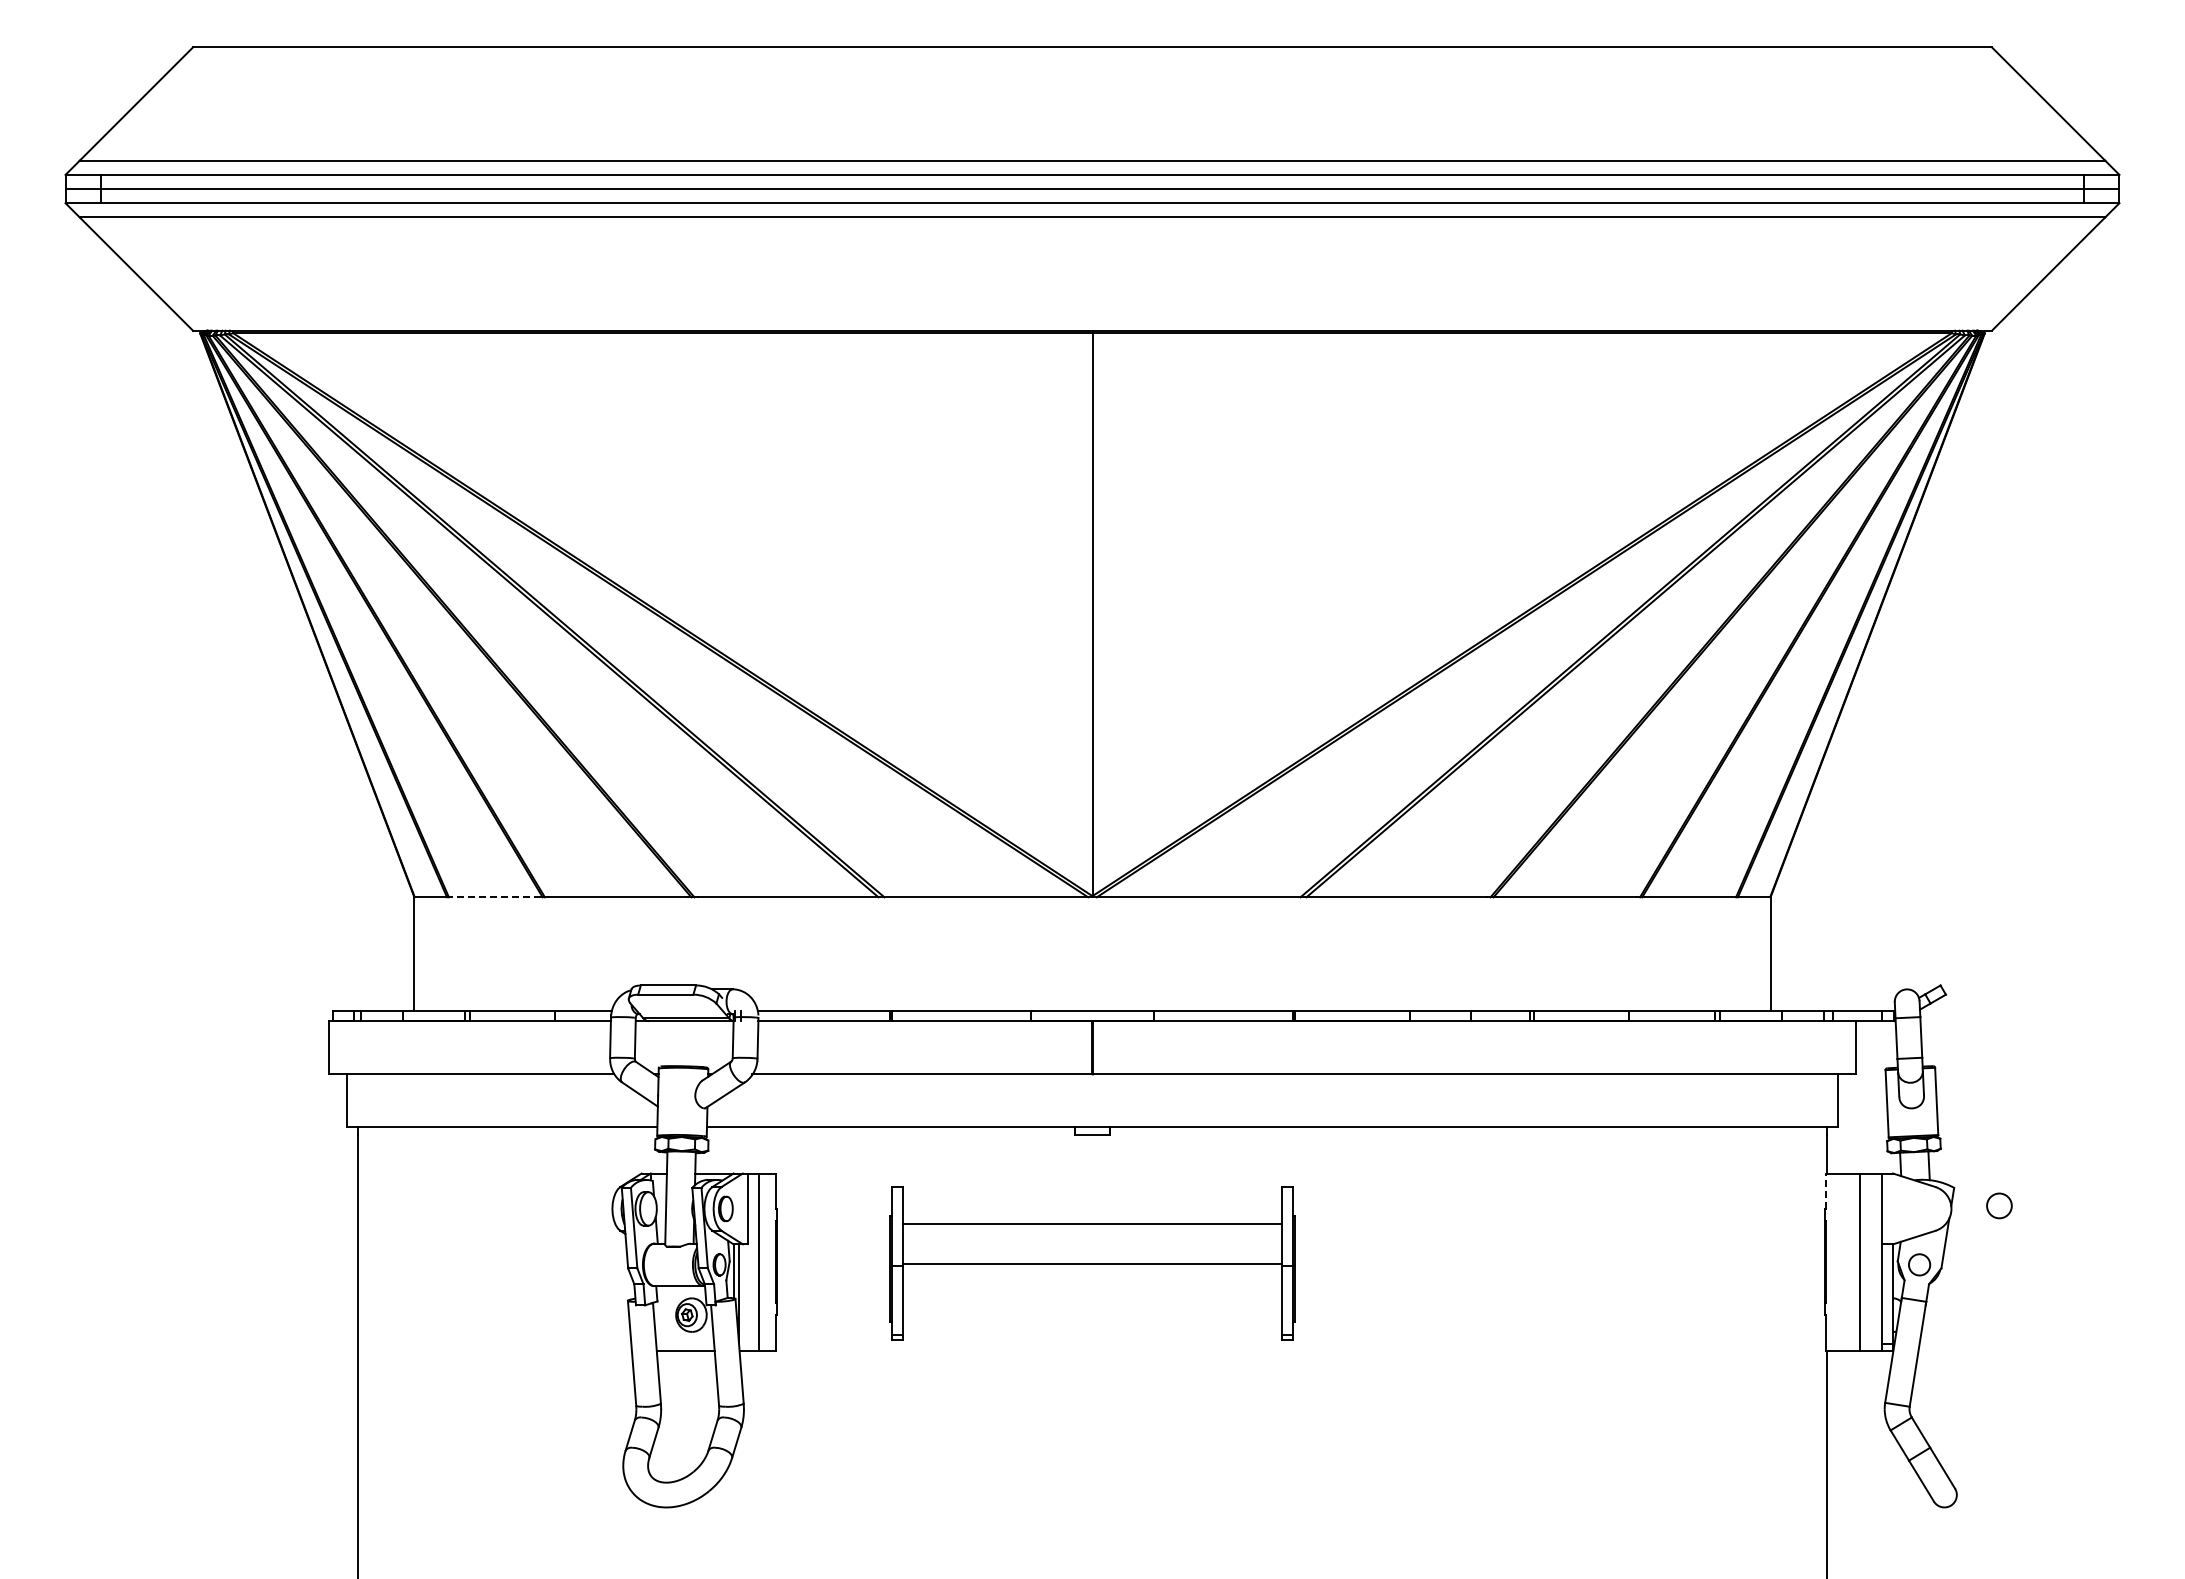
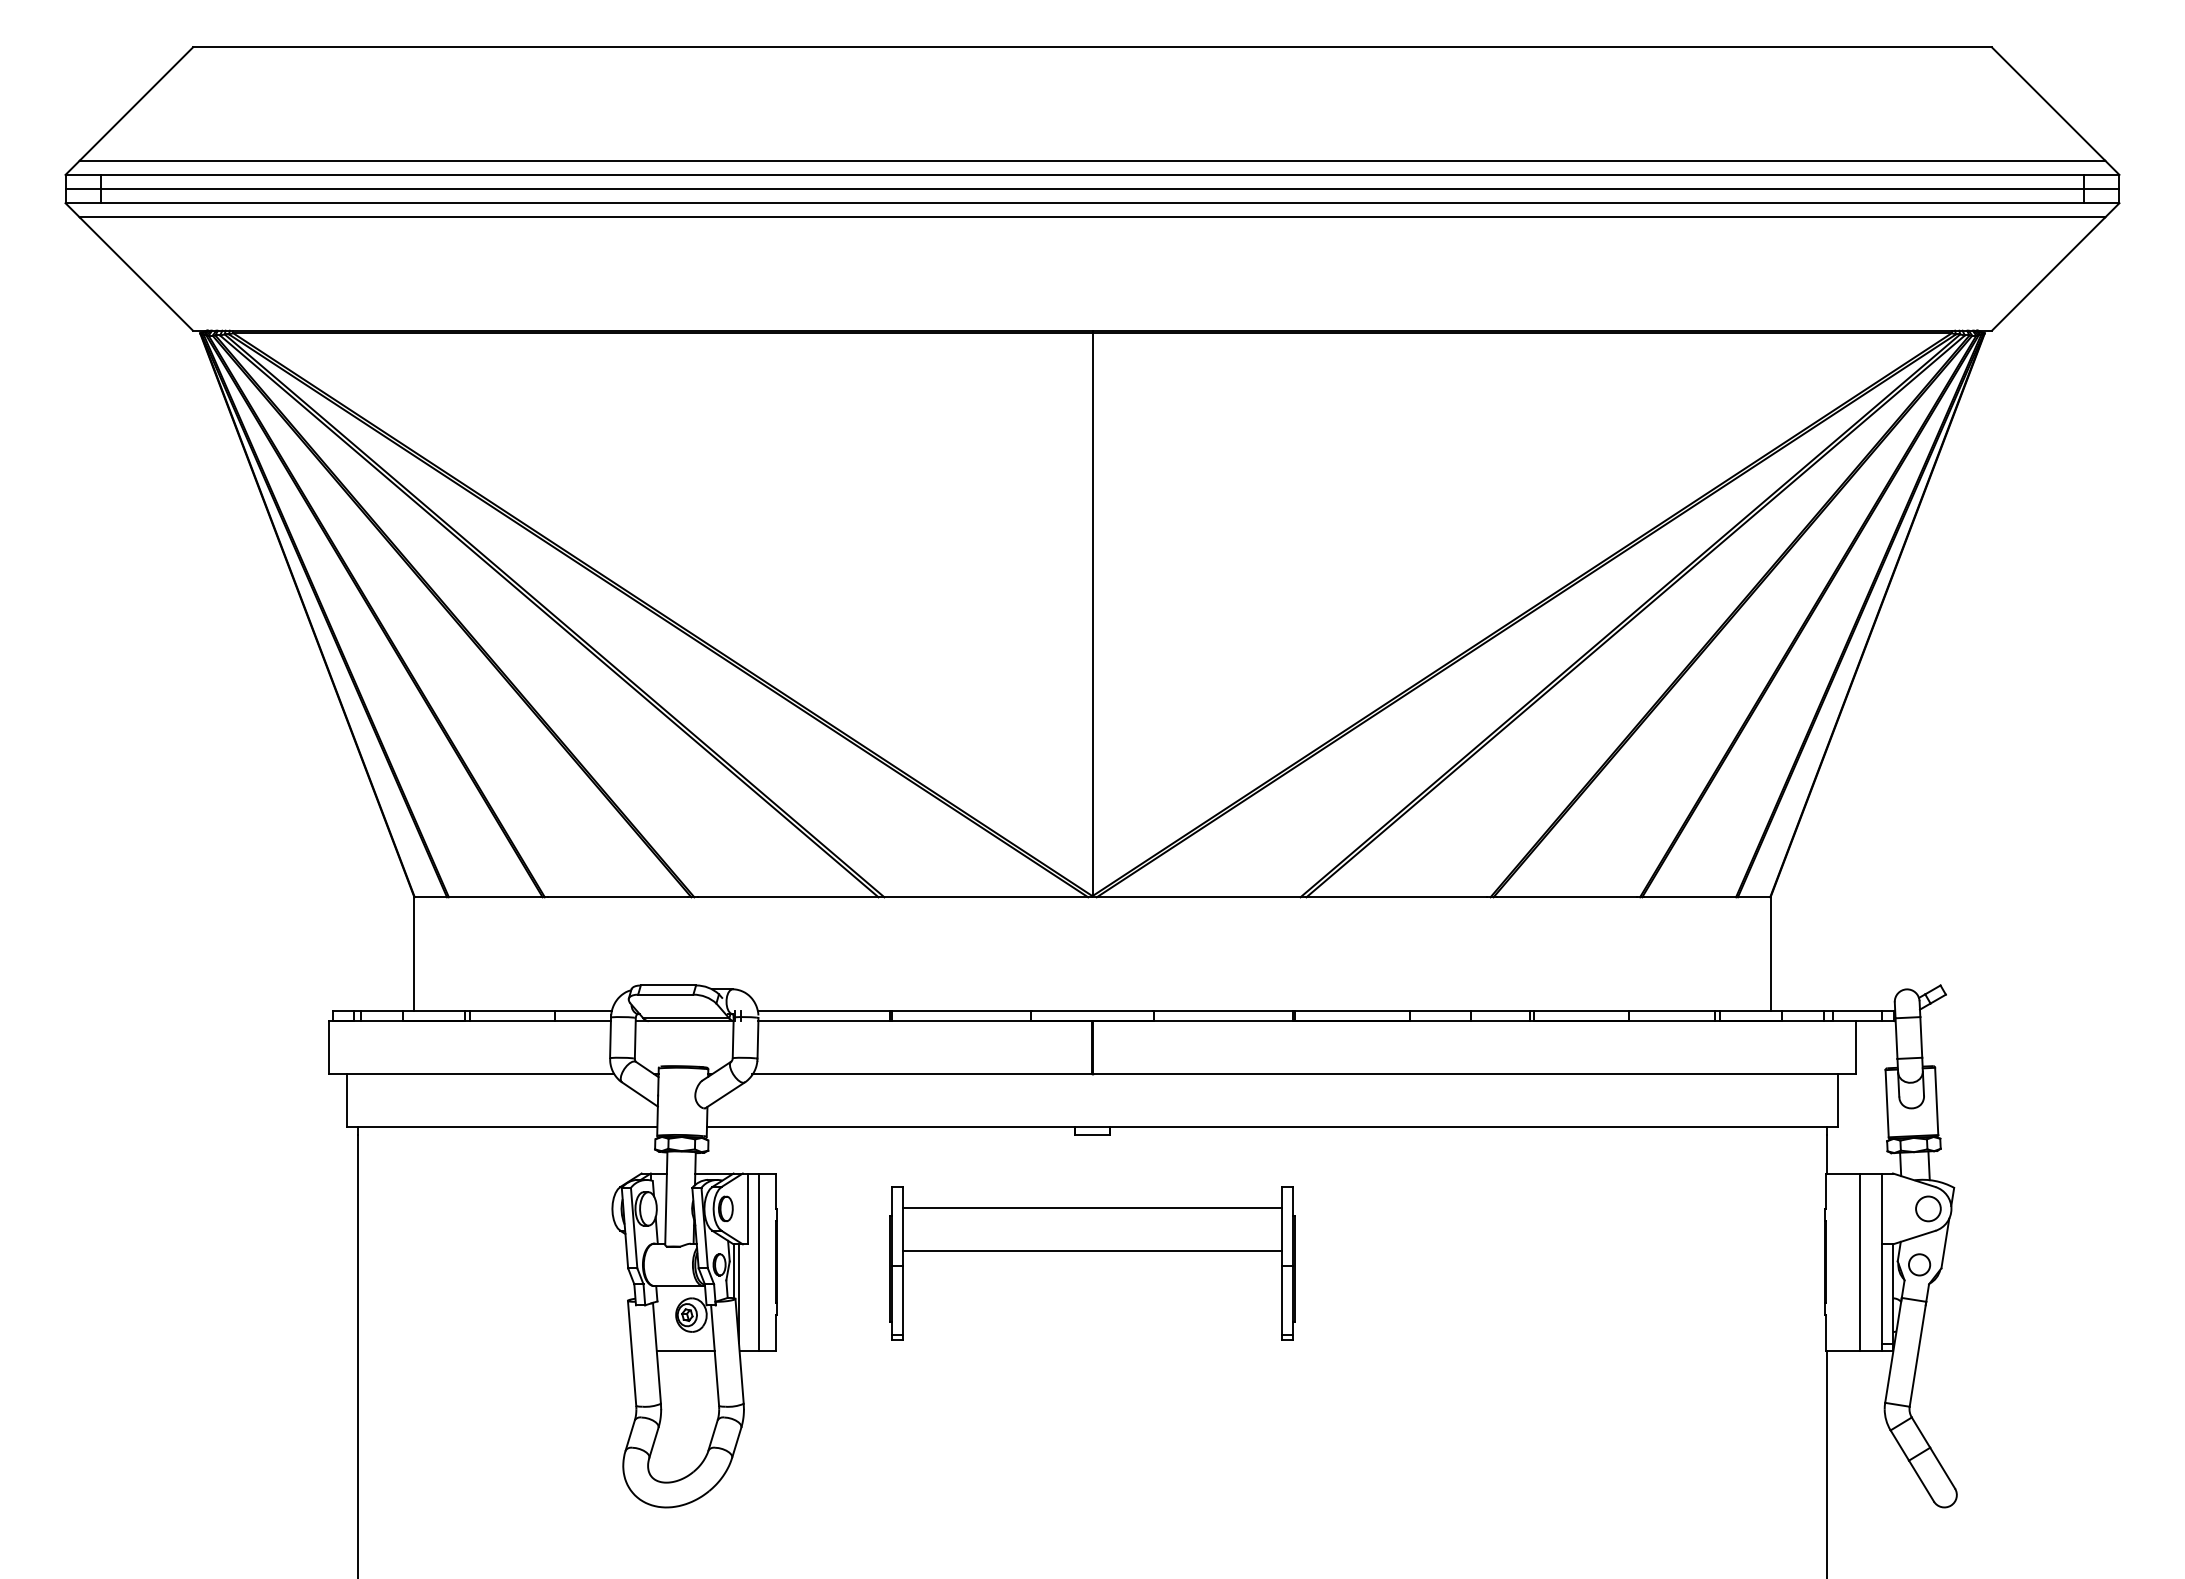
line at (495, 897): dashed -> solid
line at (1825, 1191): dashed -> solid
circle at (1999, 1205) position: (1999, 1205) -> (1928, 1208)
line at (1092, 1224) position: (1092, 1224) -> (1092, 1208)
line at (1092, 1263) position: (1092, 1263) -> (1092, 1250)
